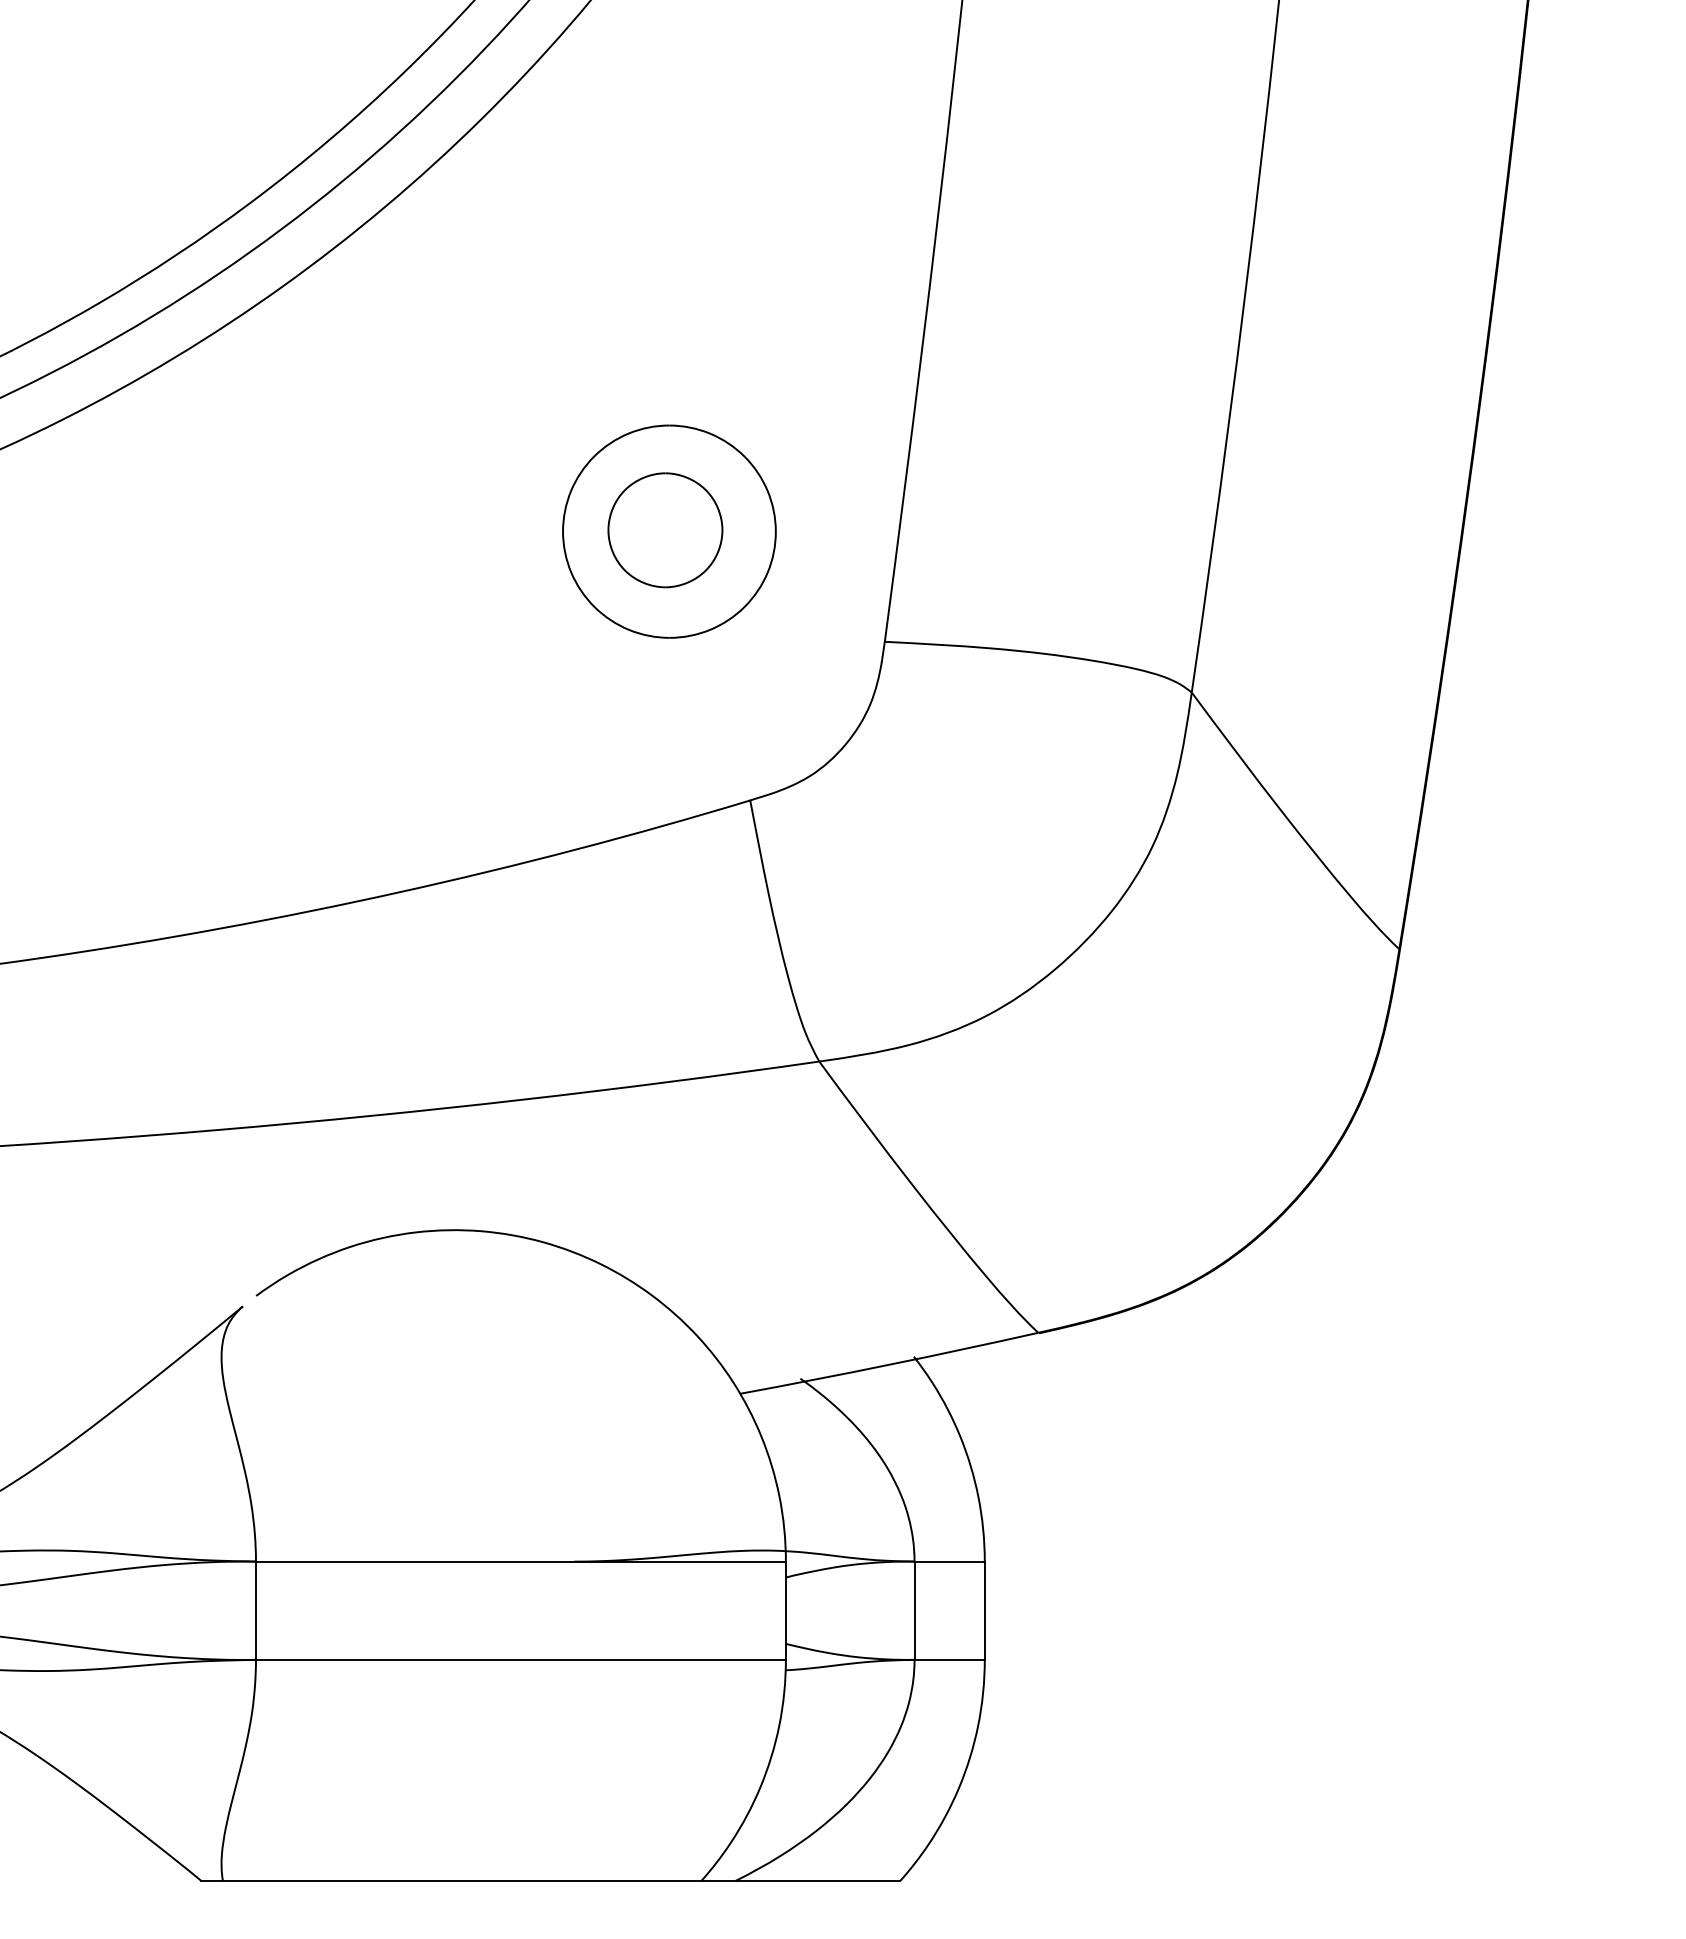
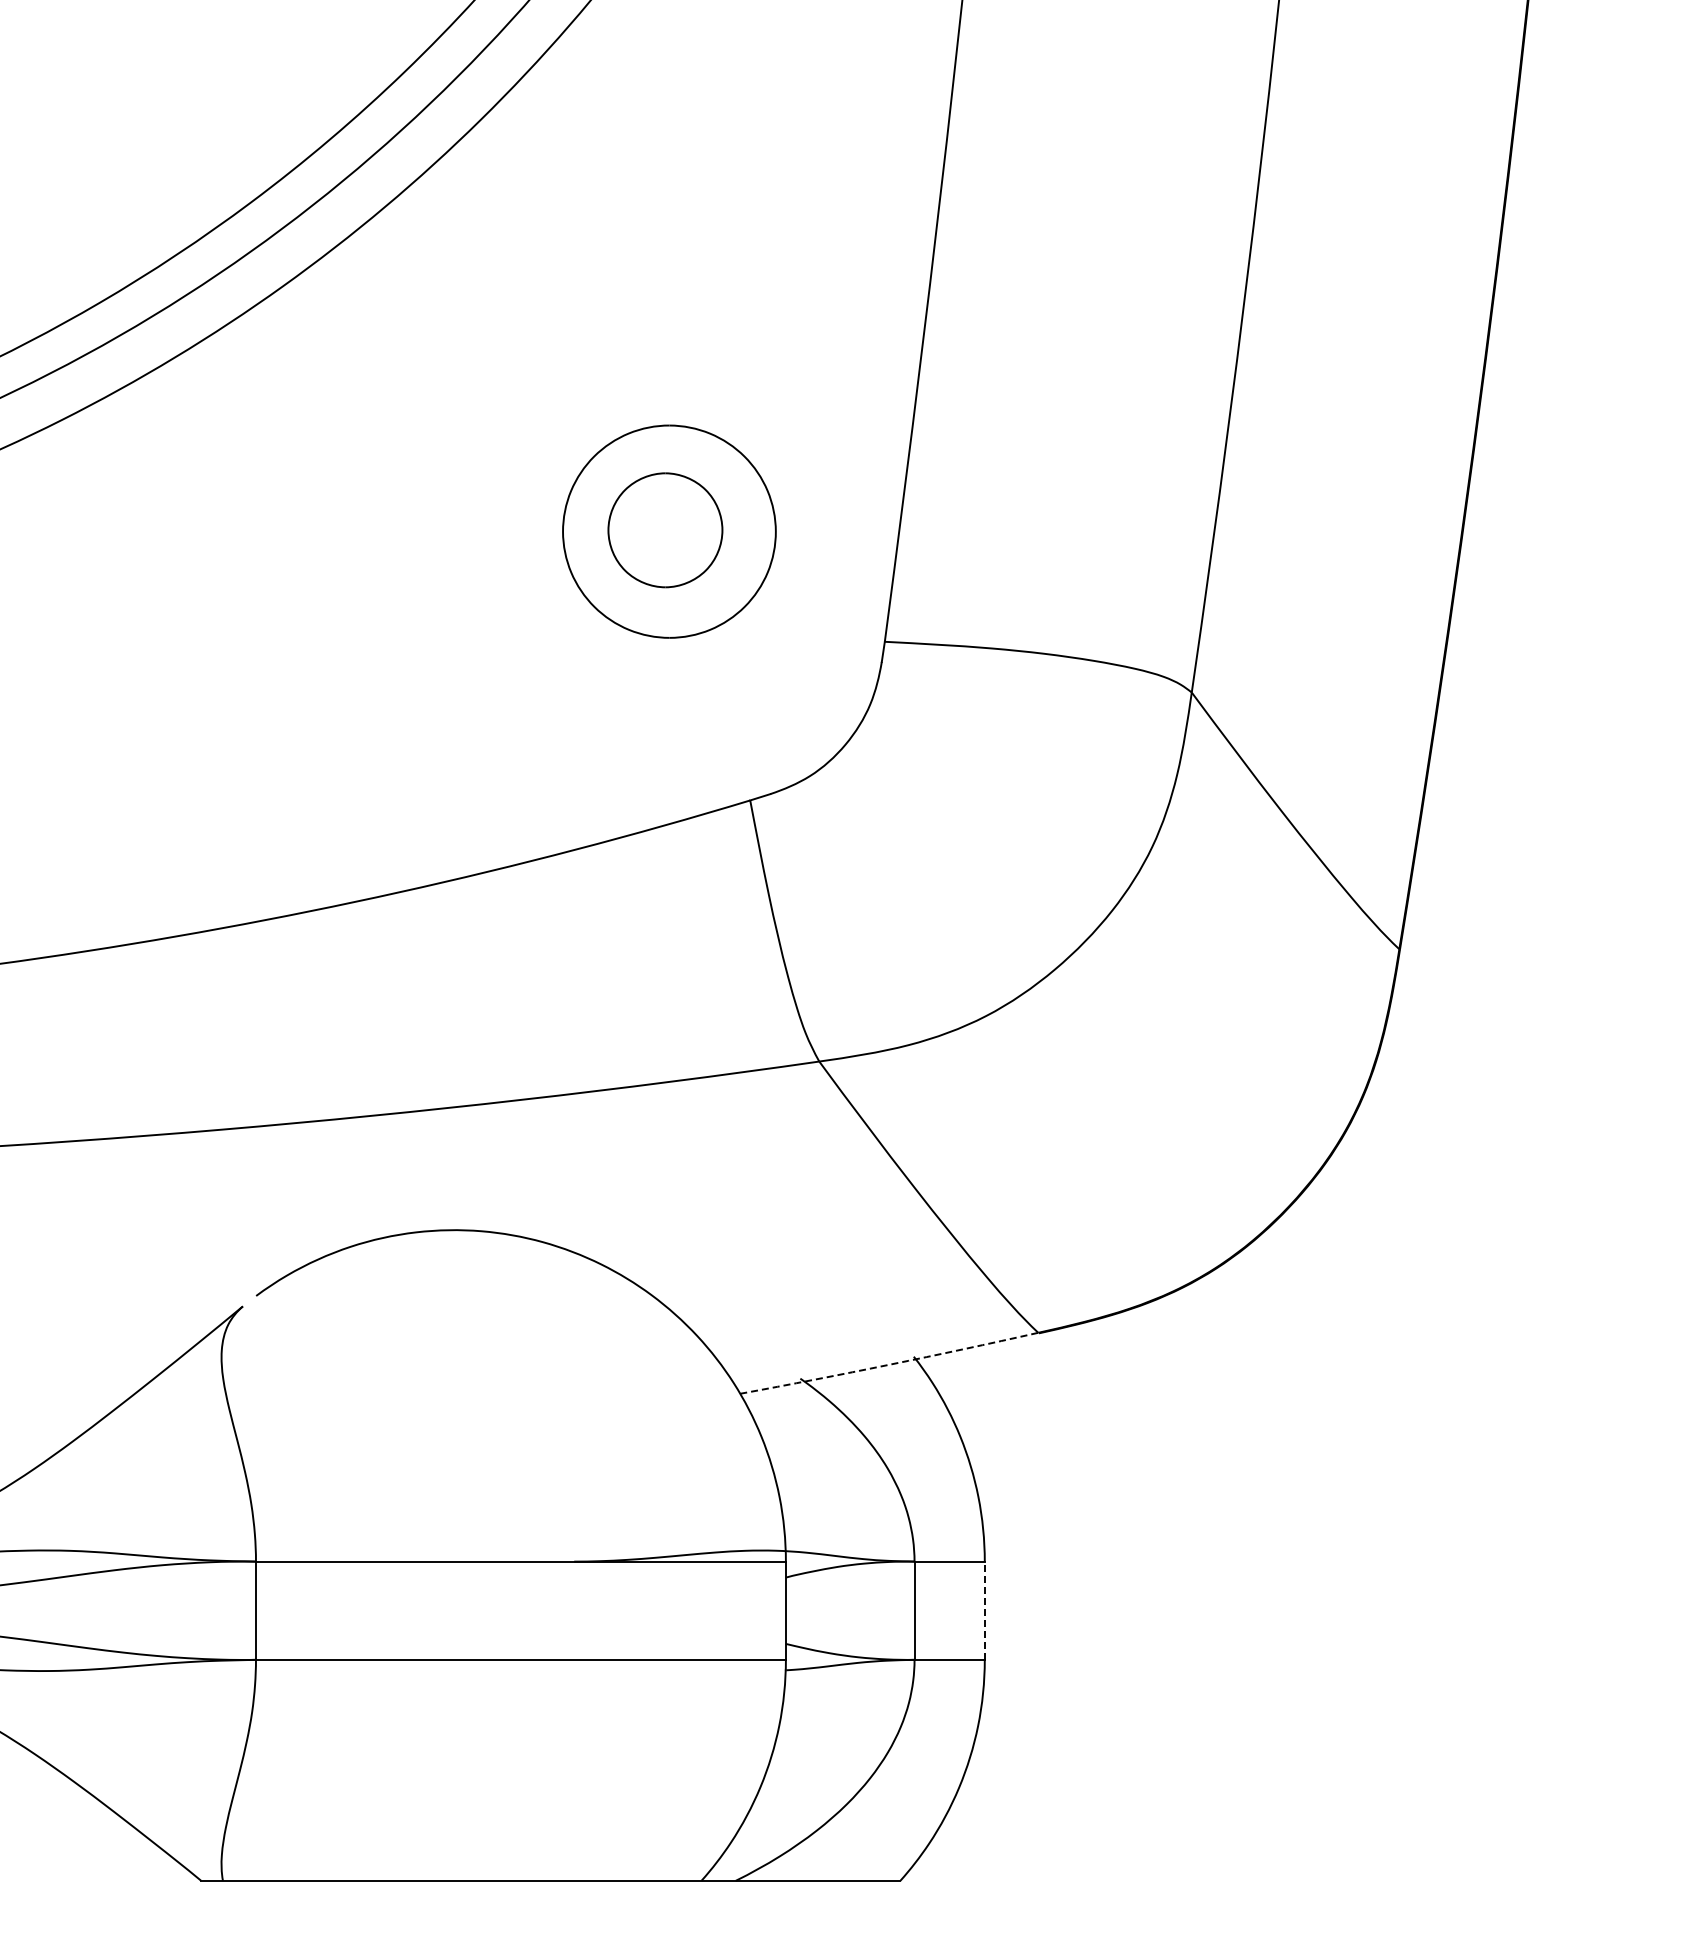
arc at (889, 1364): solid -> dashed
line at (984, 1610): solid -> dashed
